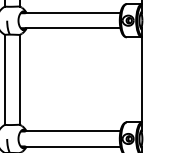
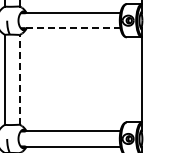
line at (73, 28): solid -> dashed
line at (20, 79): solid -> dashed
